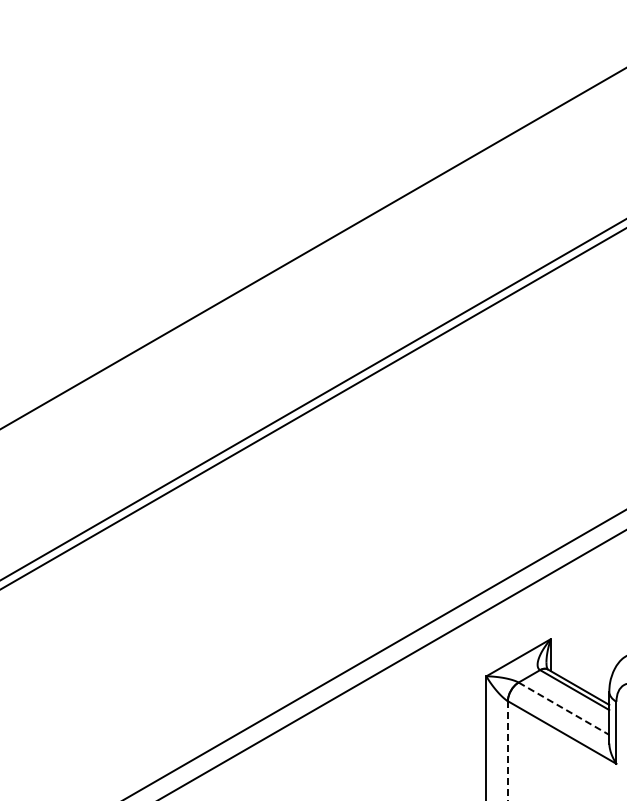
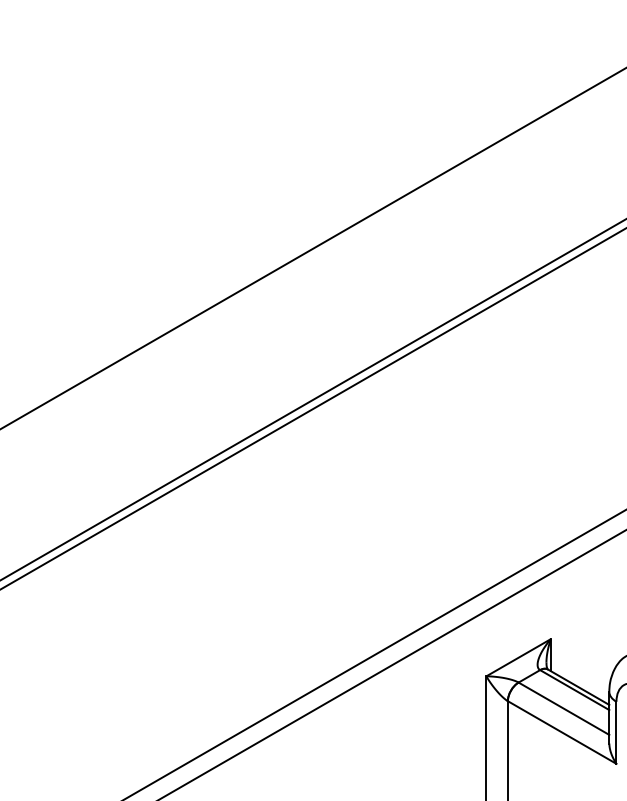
line at (564, 709): dashed -> solid
line at (507, 751): dashed -> solid
